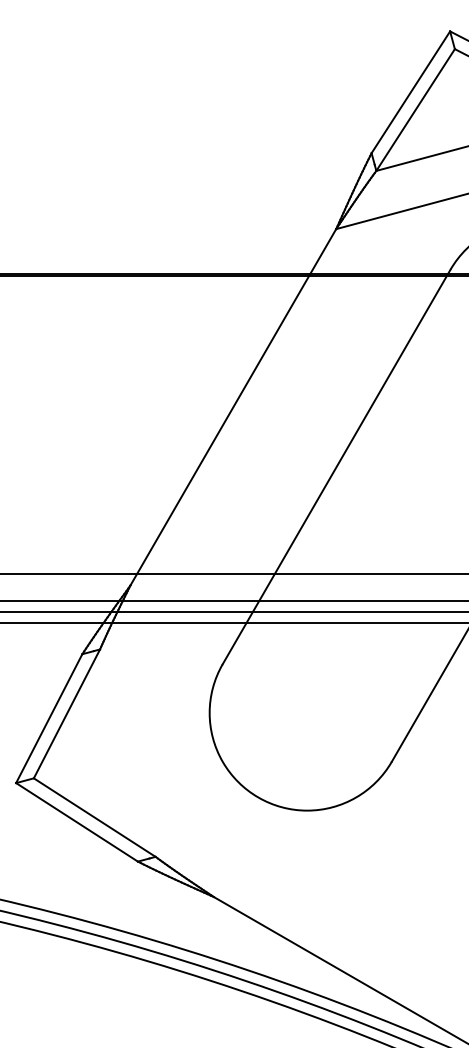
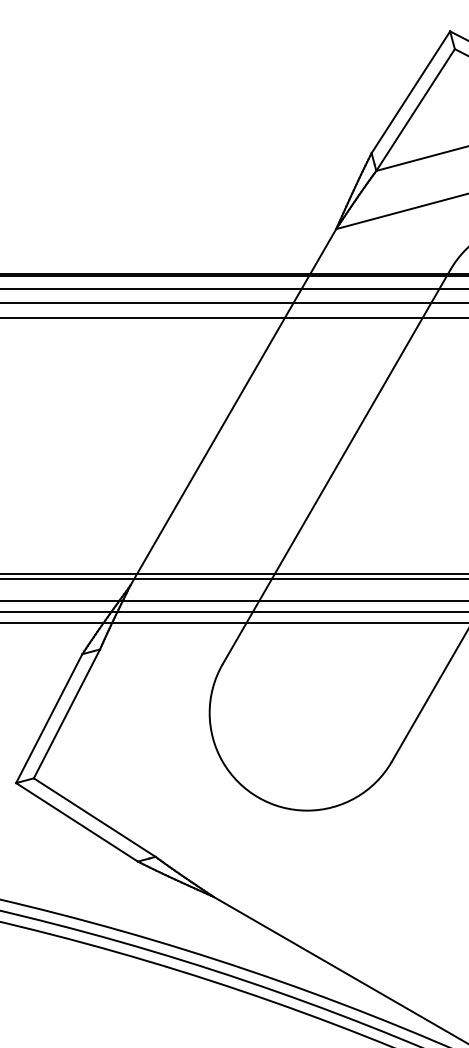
line at (233, 289): none -> present
line at (233, 302): none -> present
line at (233, 317): none -> present
line at (233, 579): none -> present
